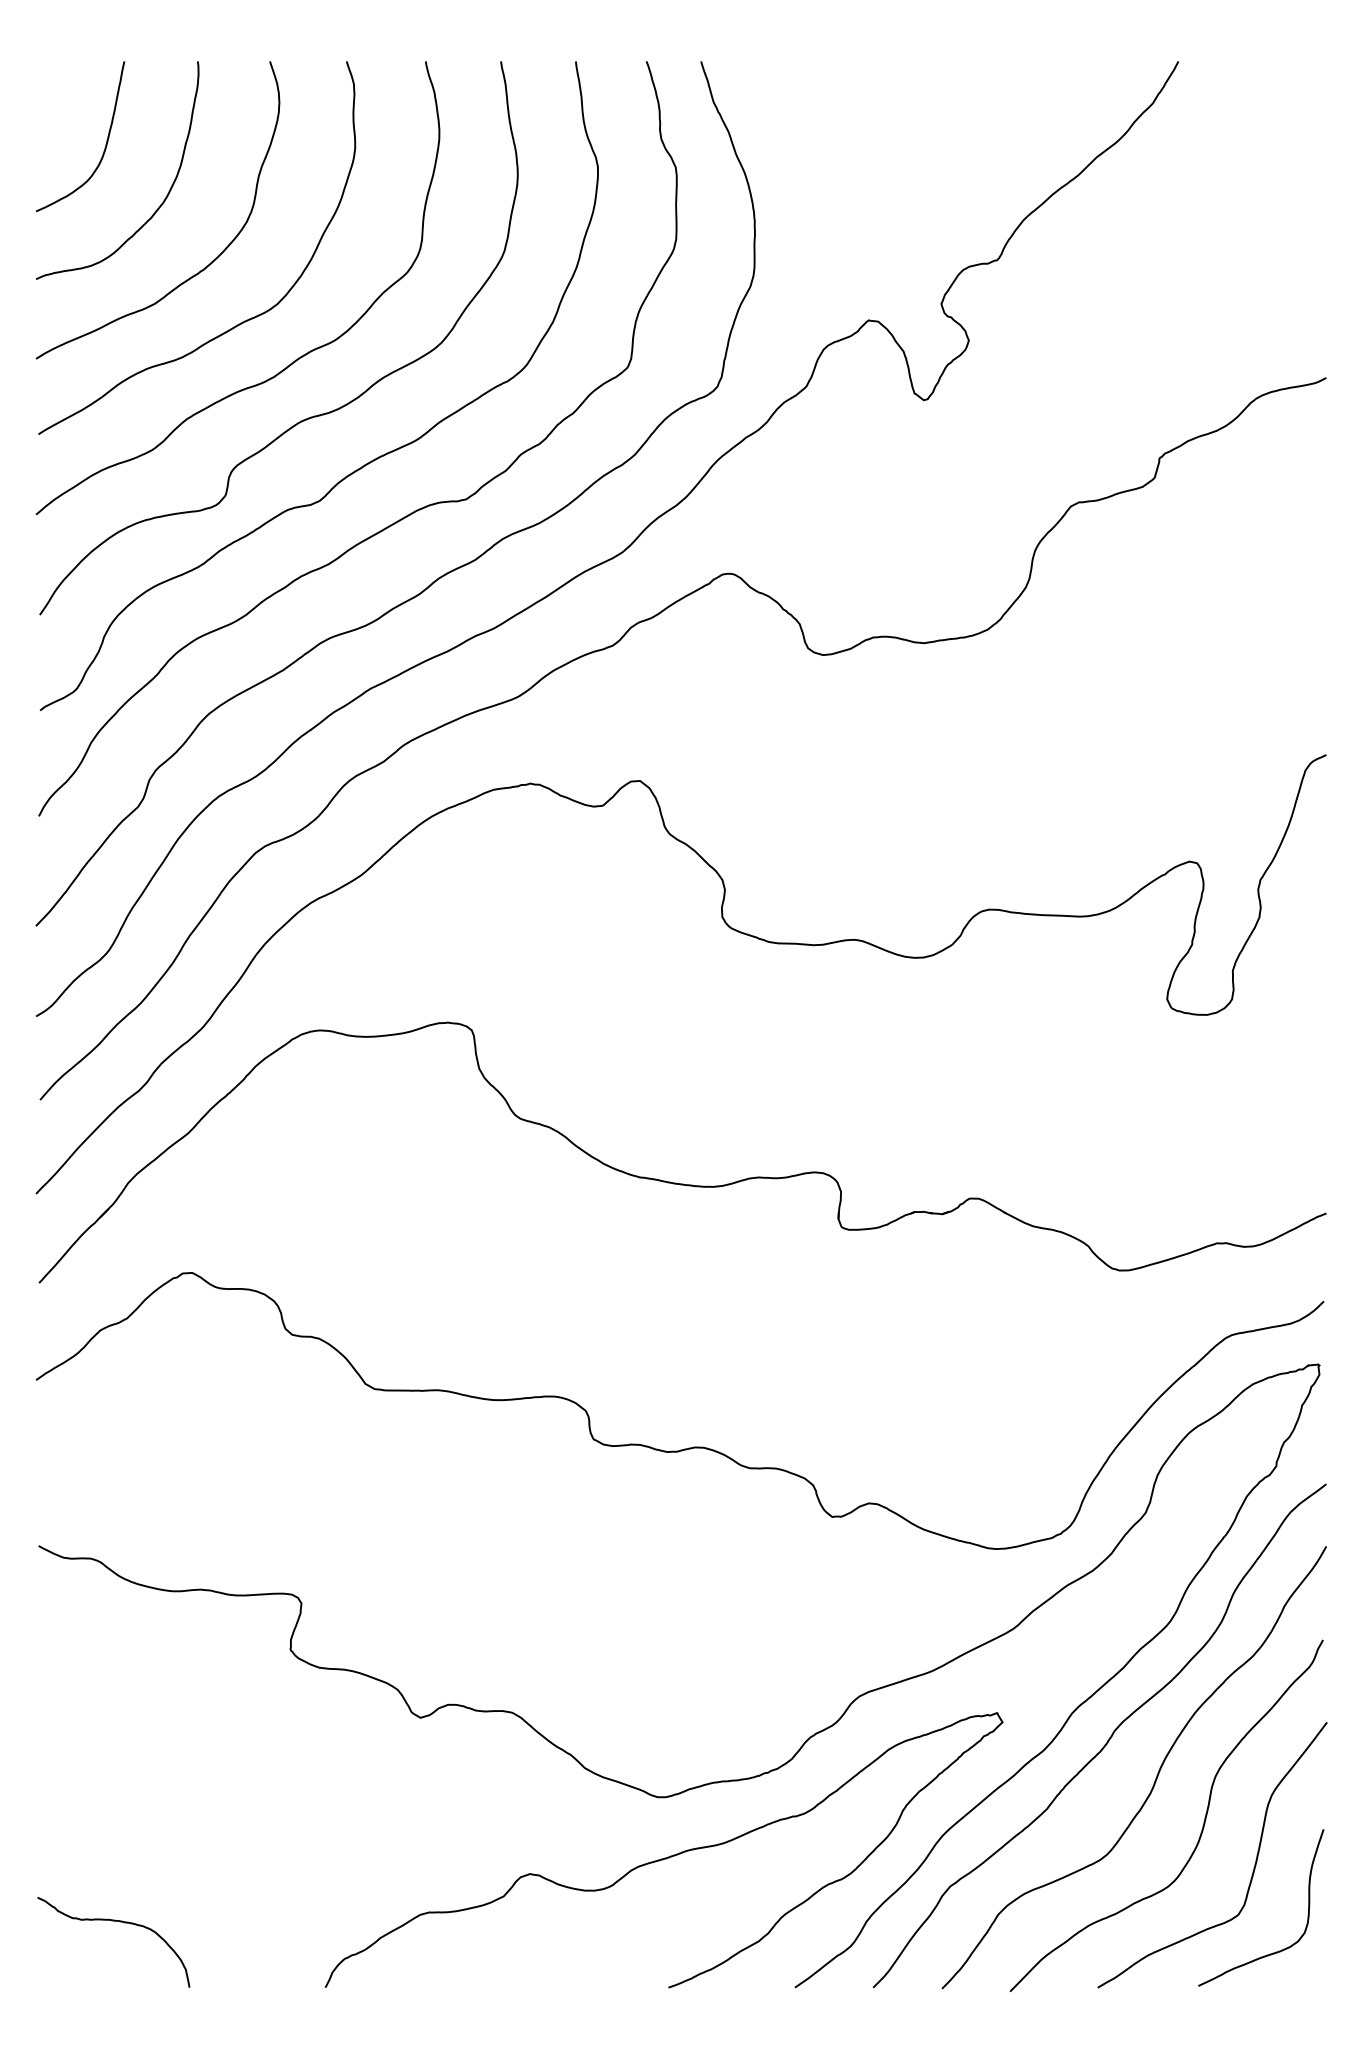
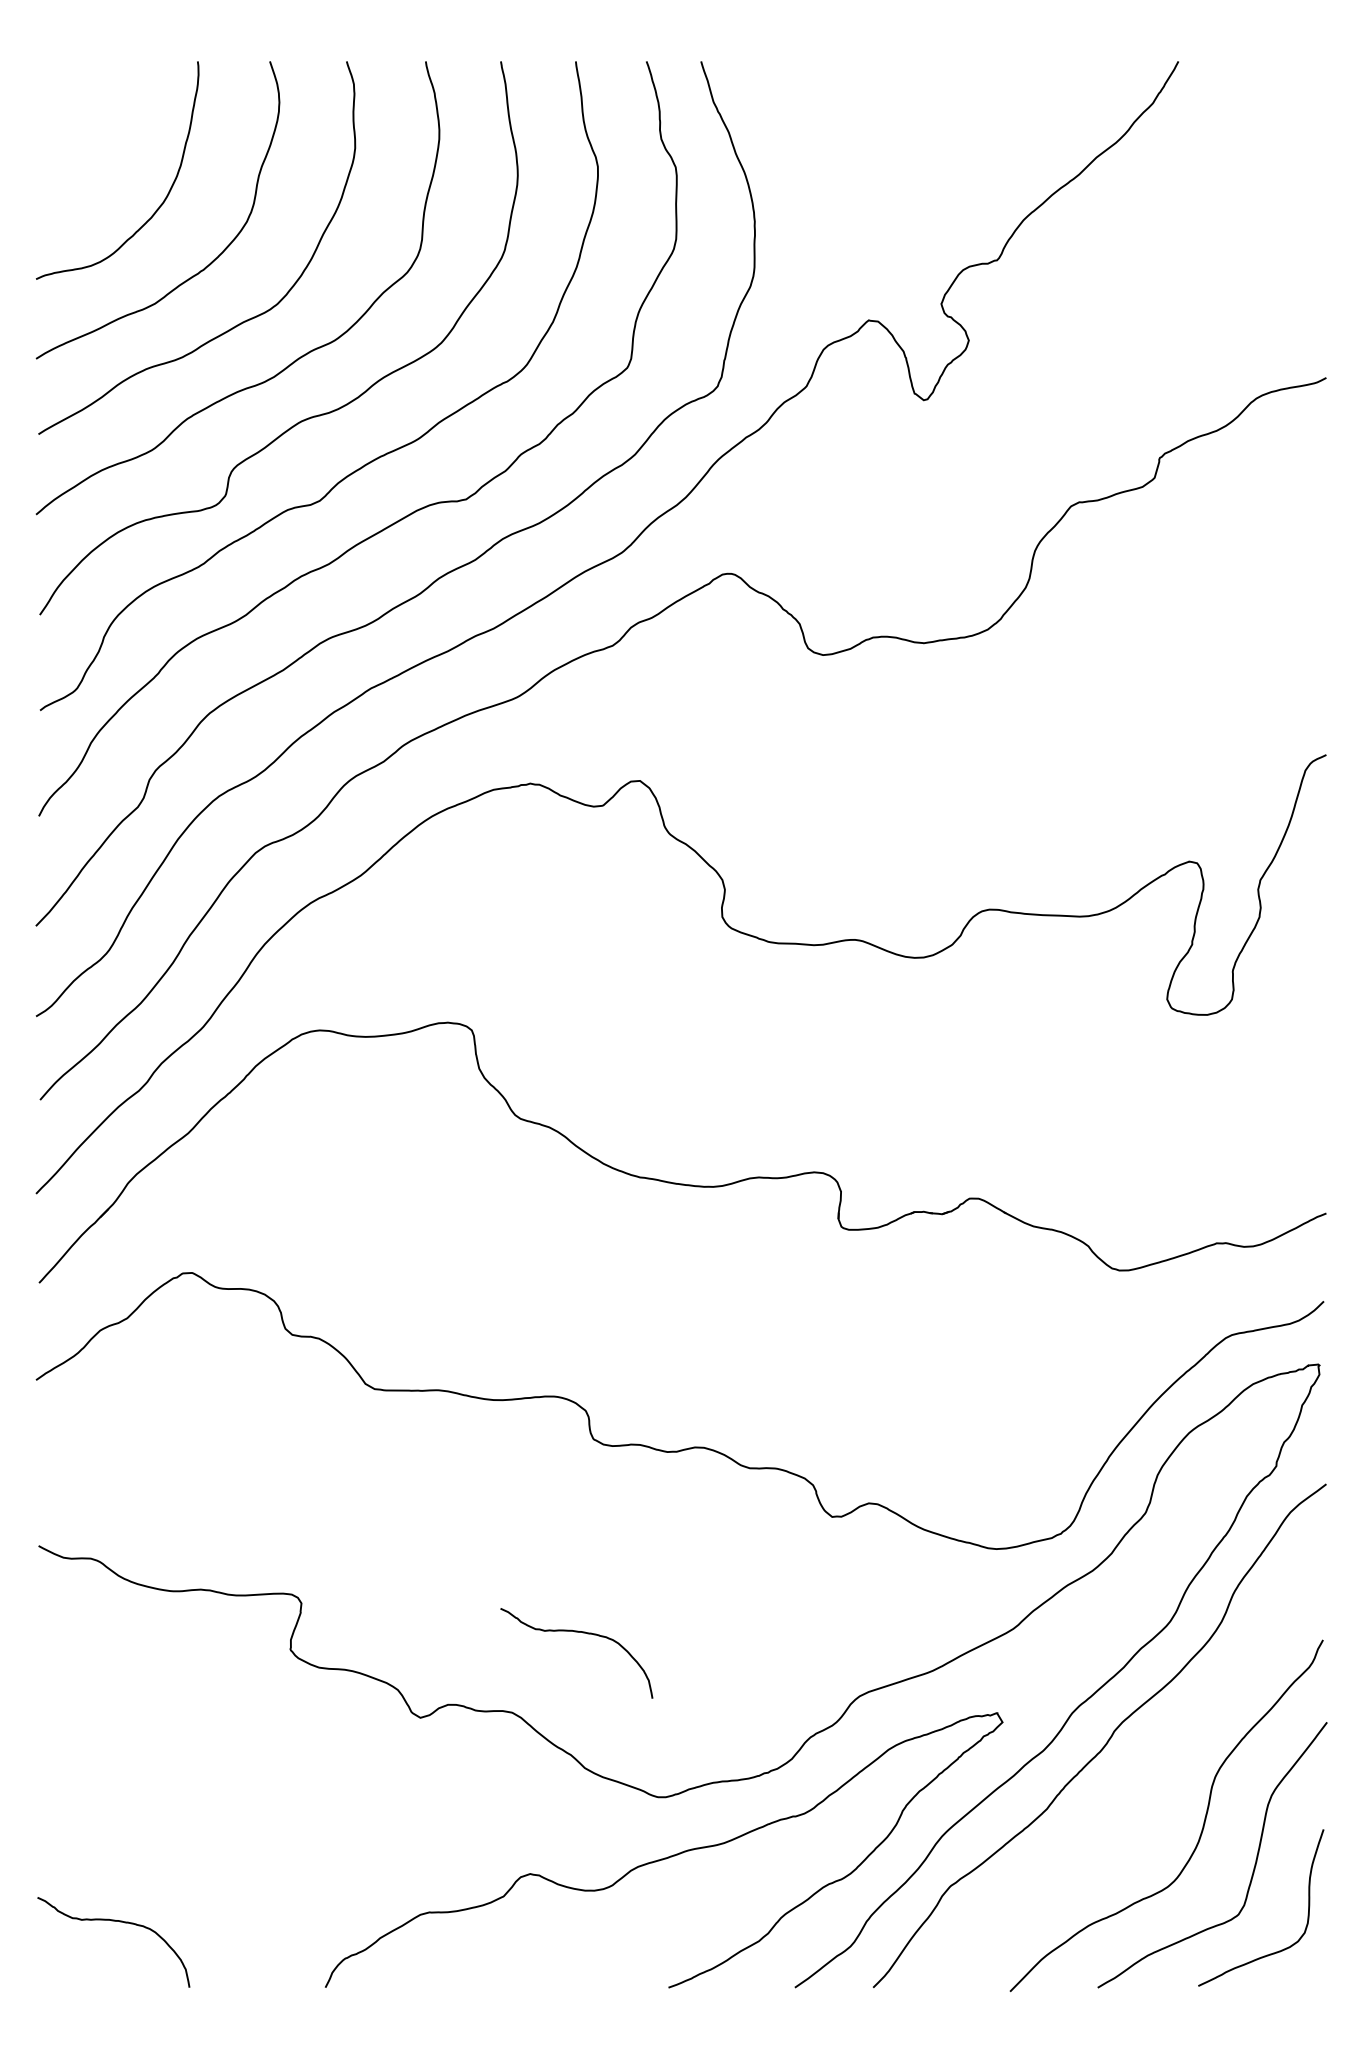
curve at (105, 144): present -> none
curve at (576, 1632): none -> present
curve at (1156, 1775): present -> none
